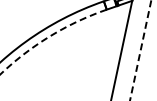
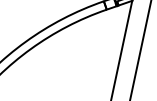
arc at (48, 37): dashed -> solid
line at (140, 49): dashed -> solid
